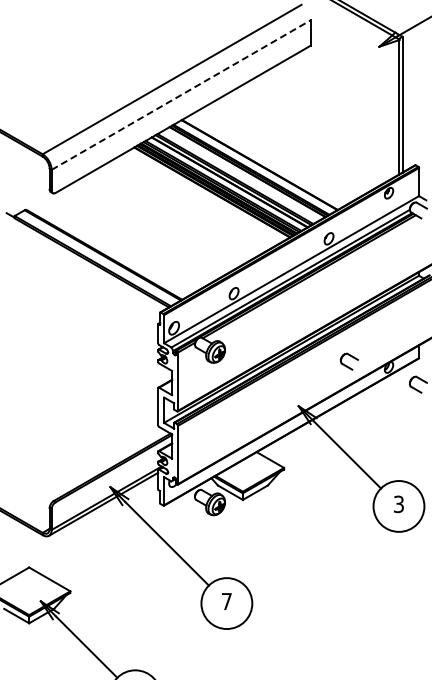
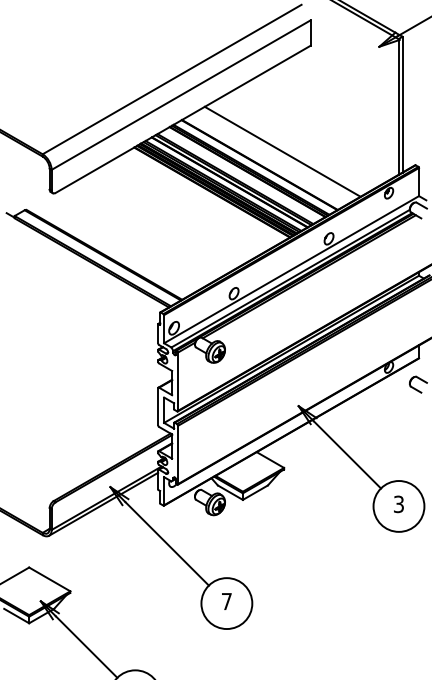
line at (181, 94): dashed -> solid
line at (282, 151): none -> present
part at (349, 361): present -> none
